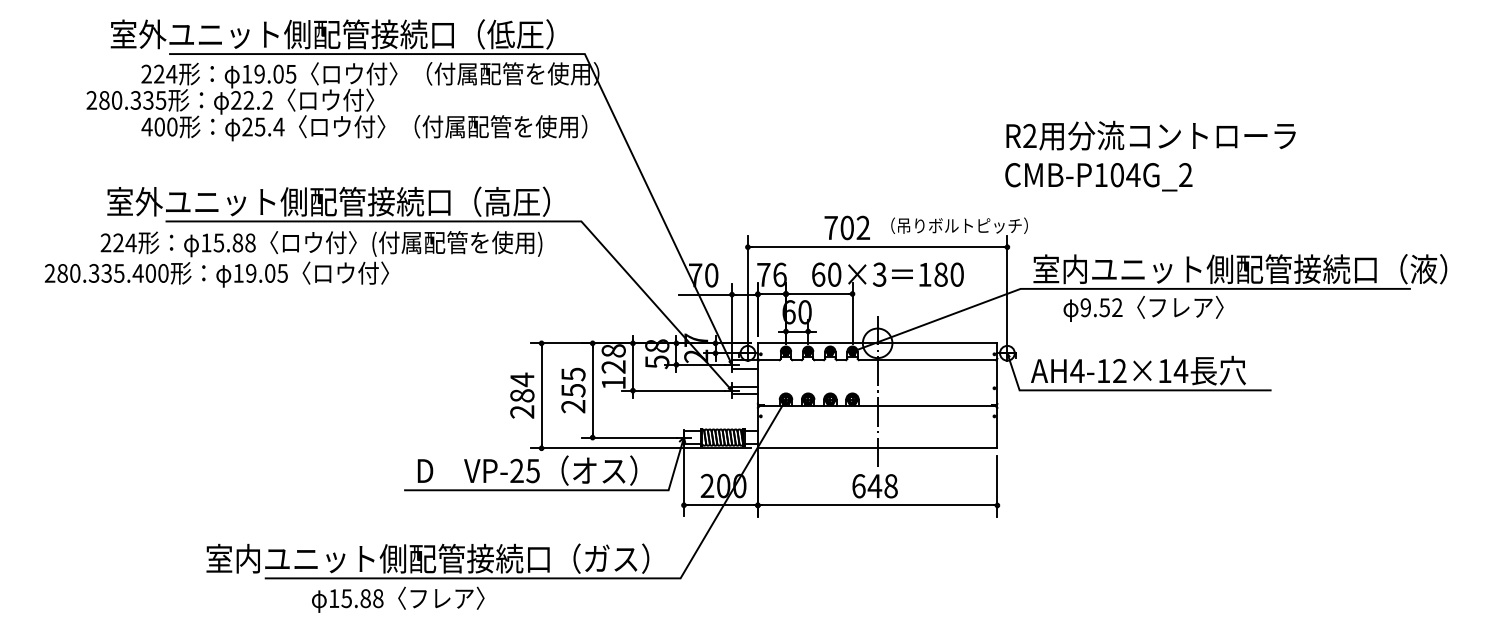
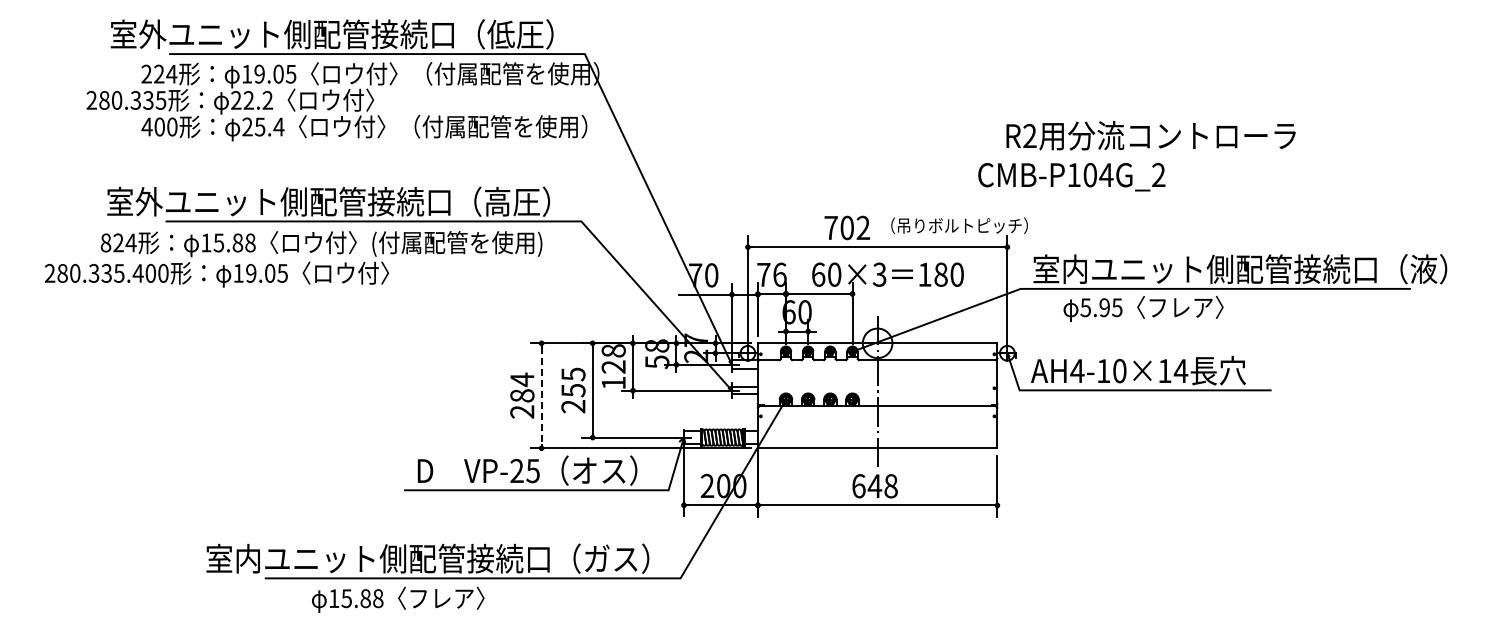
text at (1098, 177) position: (1098, 177) -> (1071, 177)
text at (105, 242): 224 -> 824
text at (1101, 307): 9.52 -> 5.95
text at (1119, 371): AH4-12×14 -> AH4-10×14
line at (541, 395): solid -> dashed
